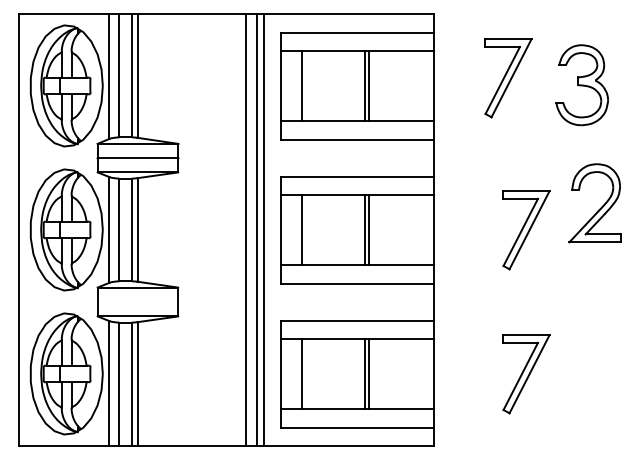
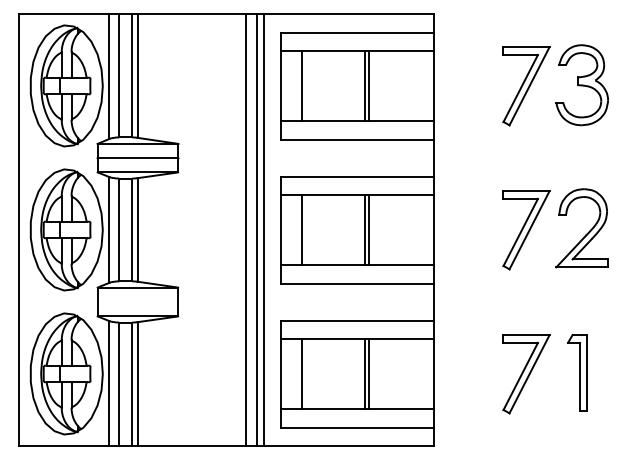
part at (508, 78) position: (508, 78) -> (526, 86)
part at (599, 208) position: (599, 208) -> (586, 233)
part at (577, 372): none -> present
